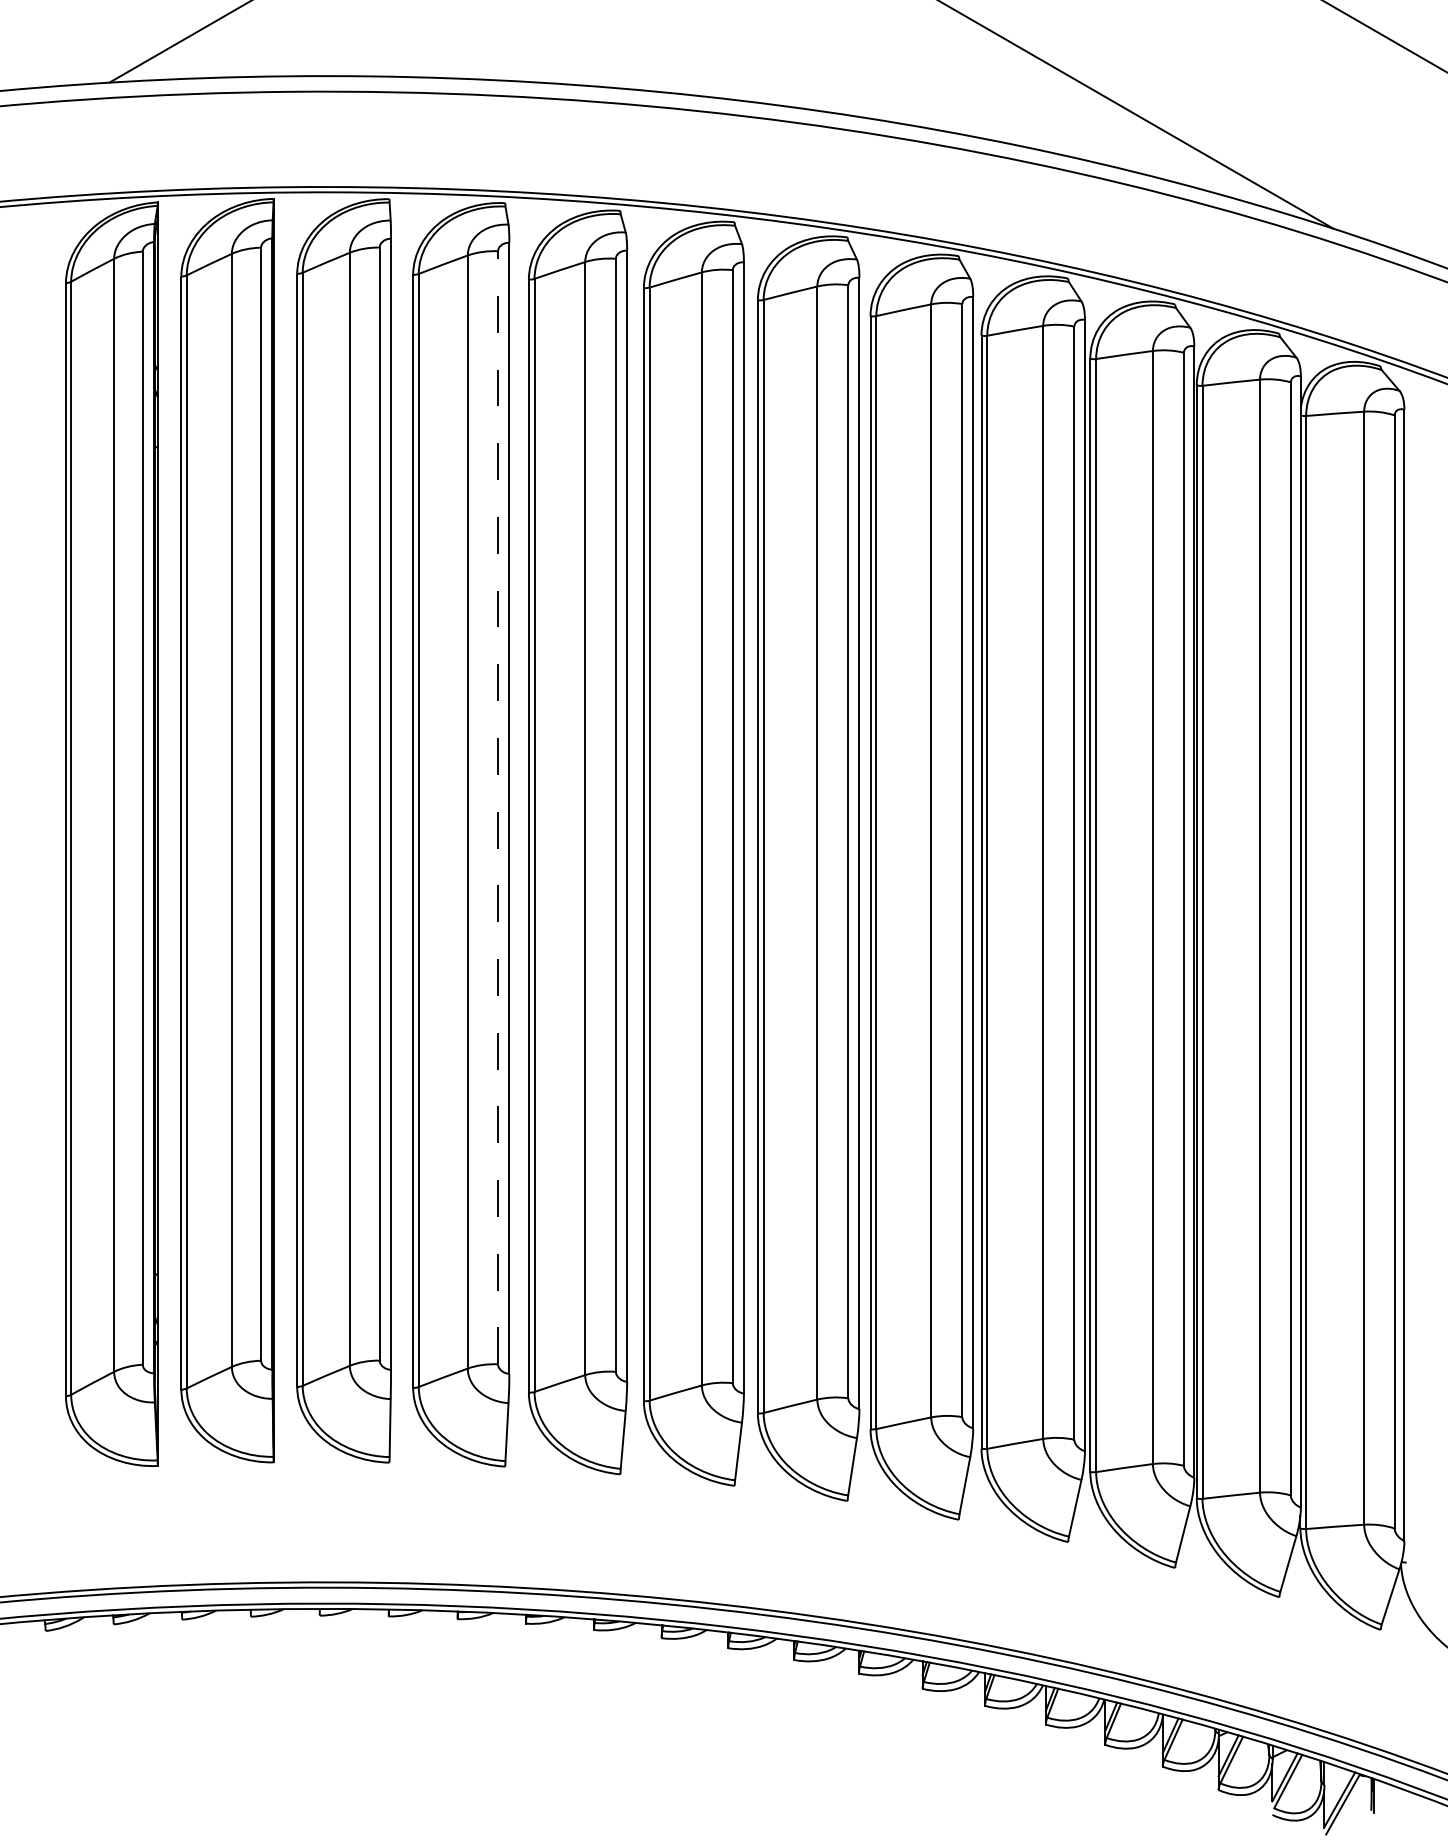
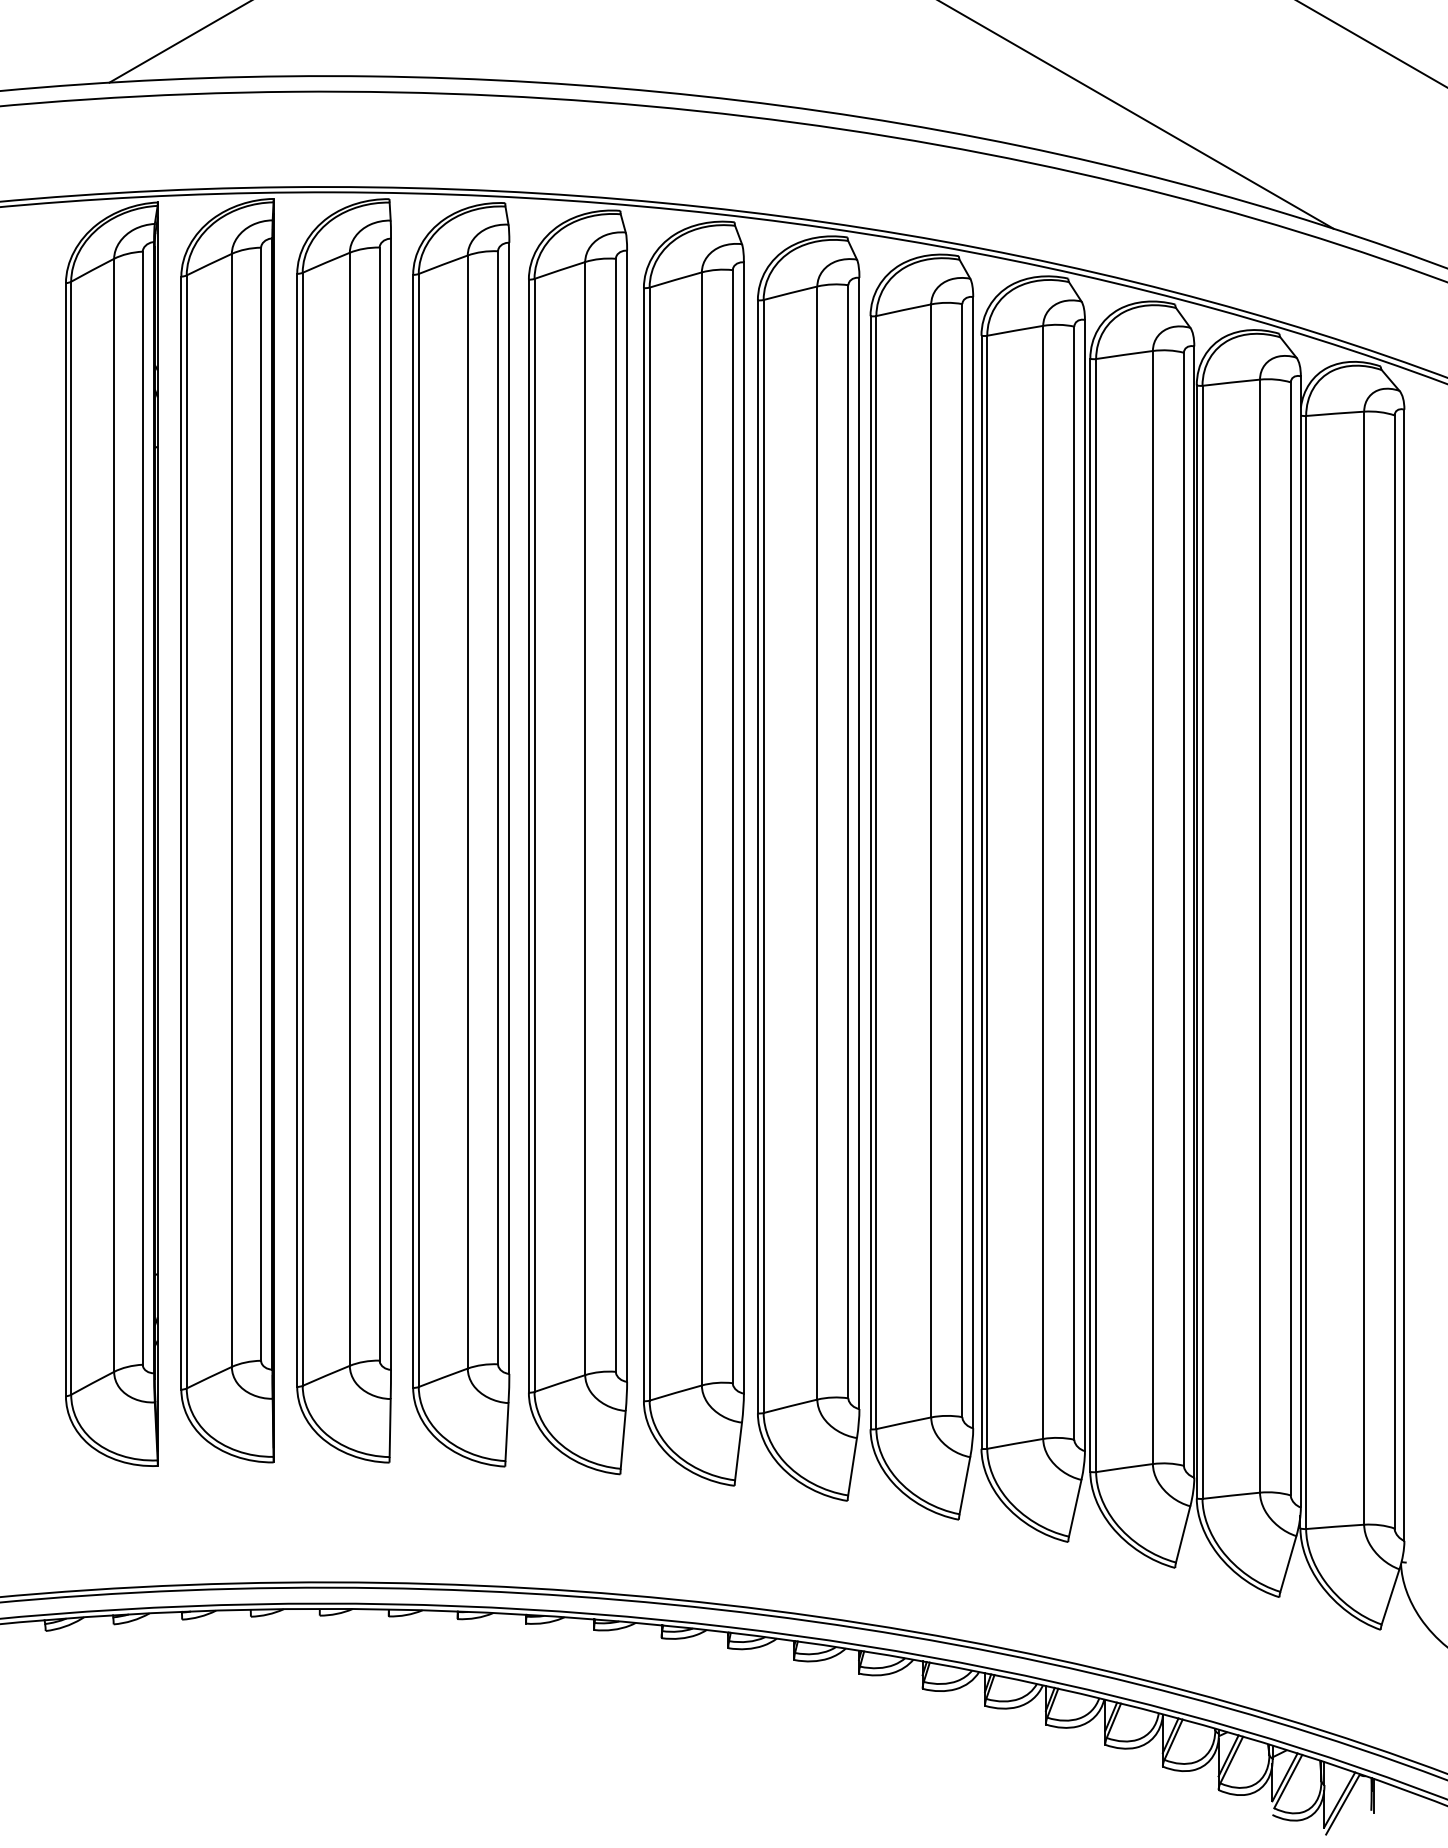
line at (1384, 36) position: (1384, 36) -> (1371, 44)
line at (498, 807): dashed -> solid
